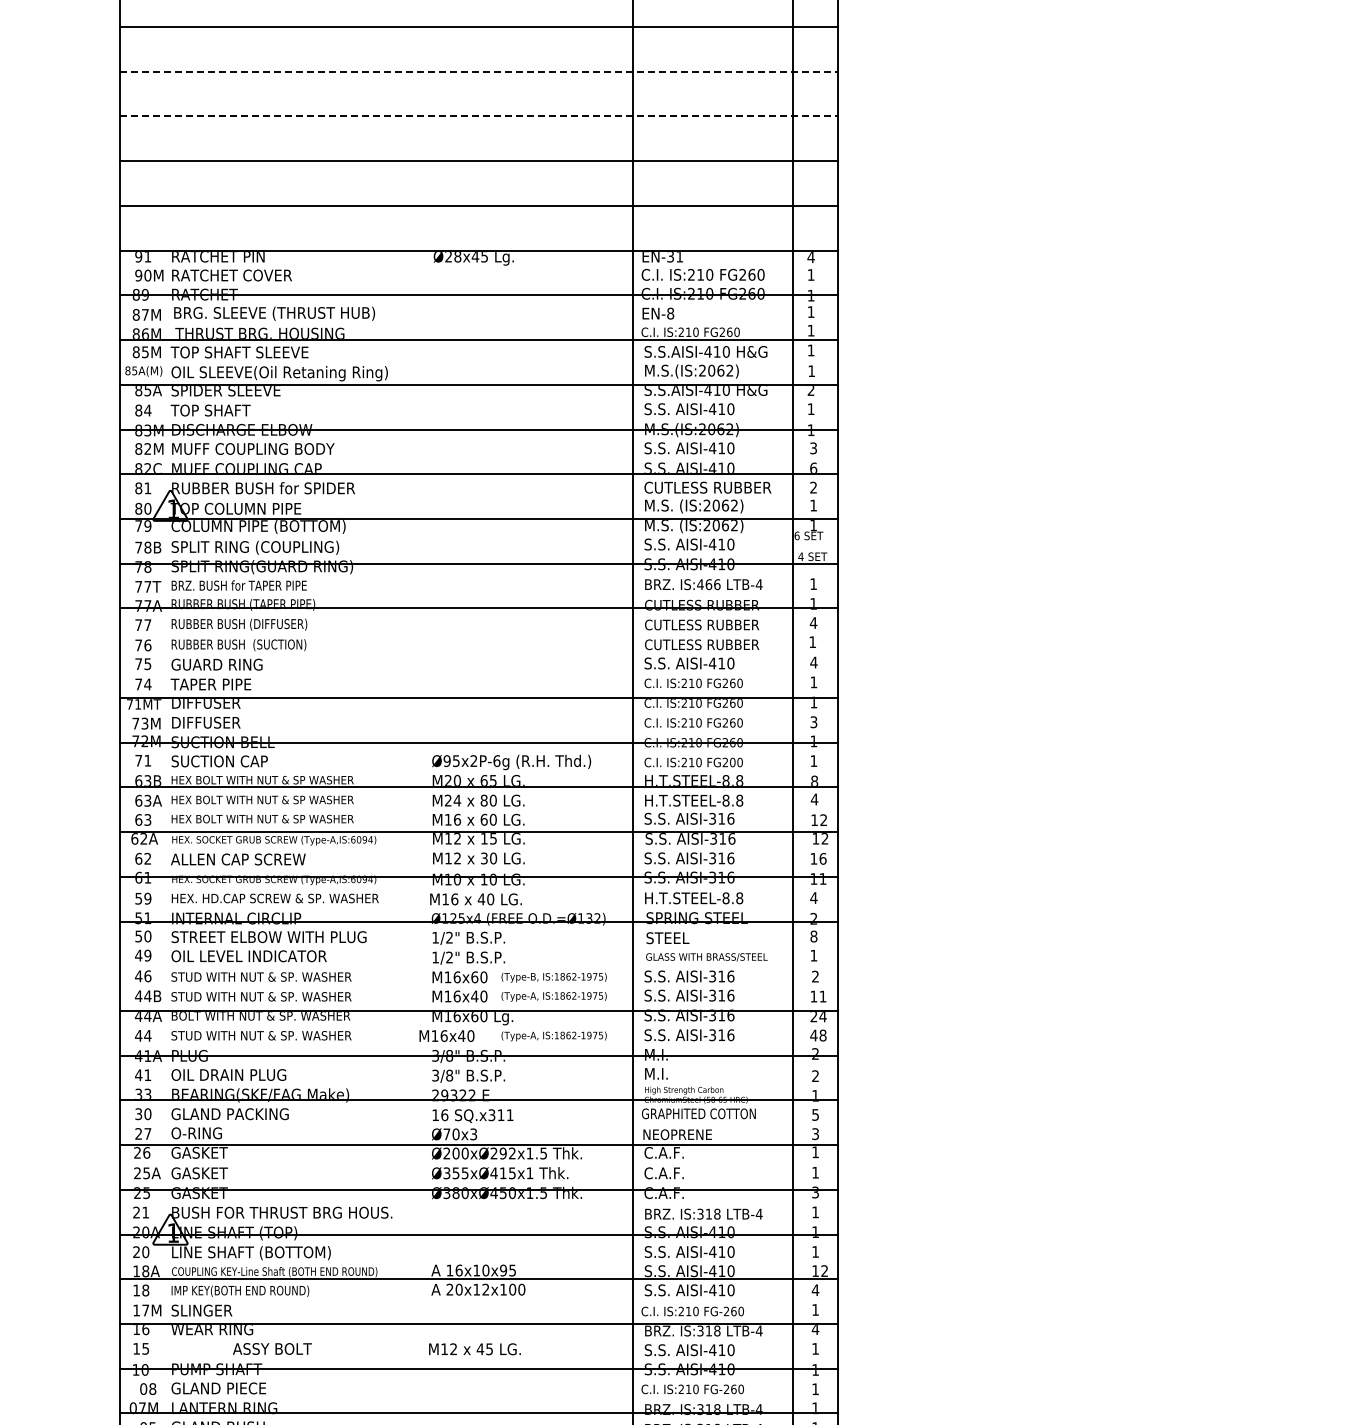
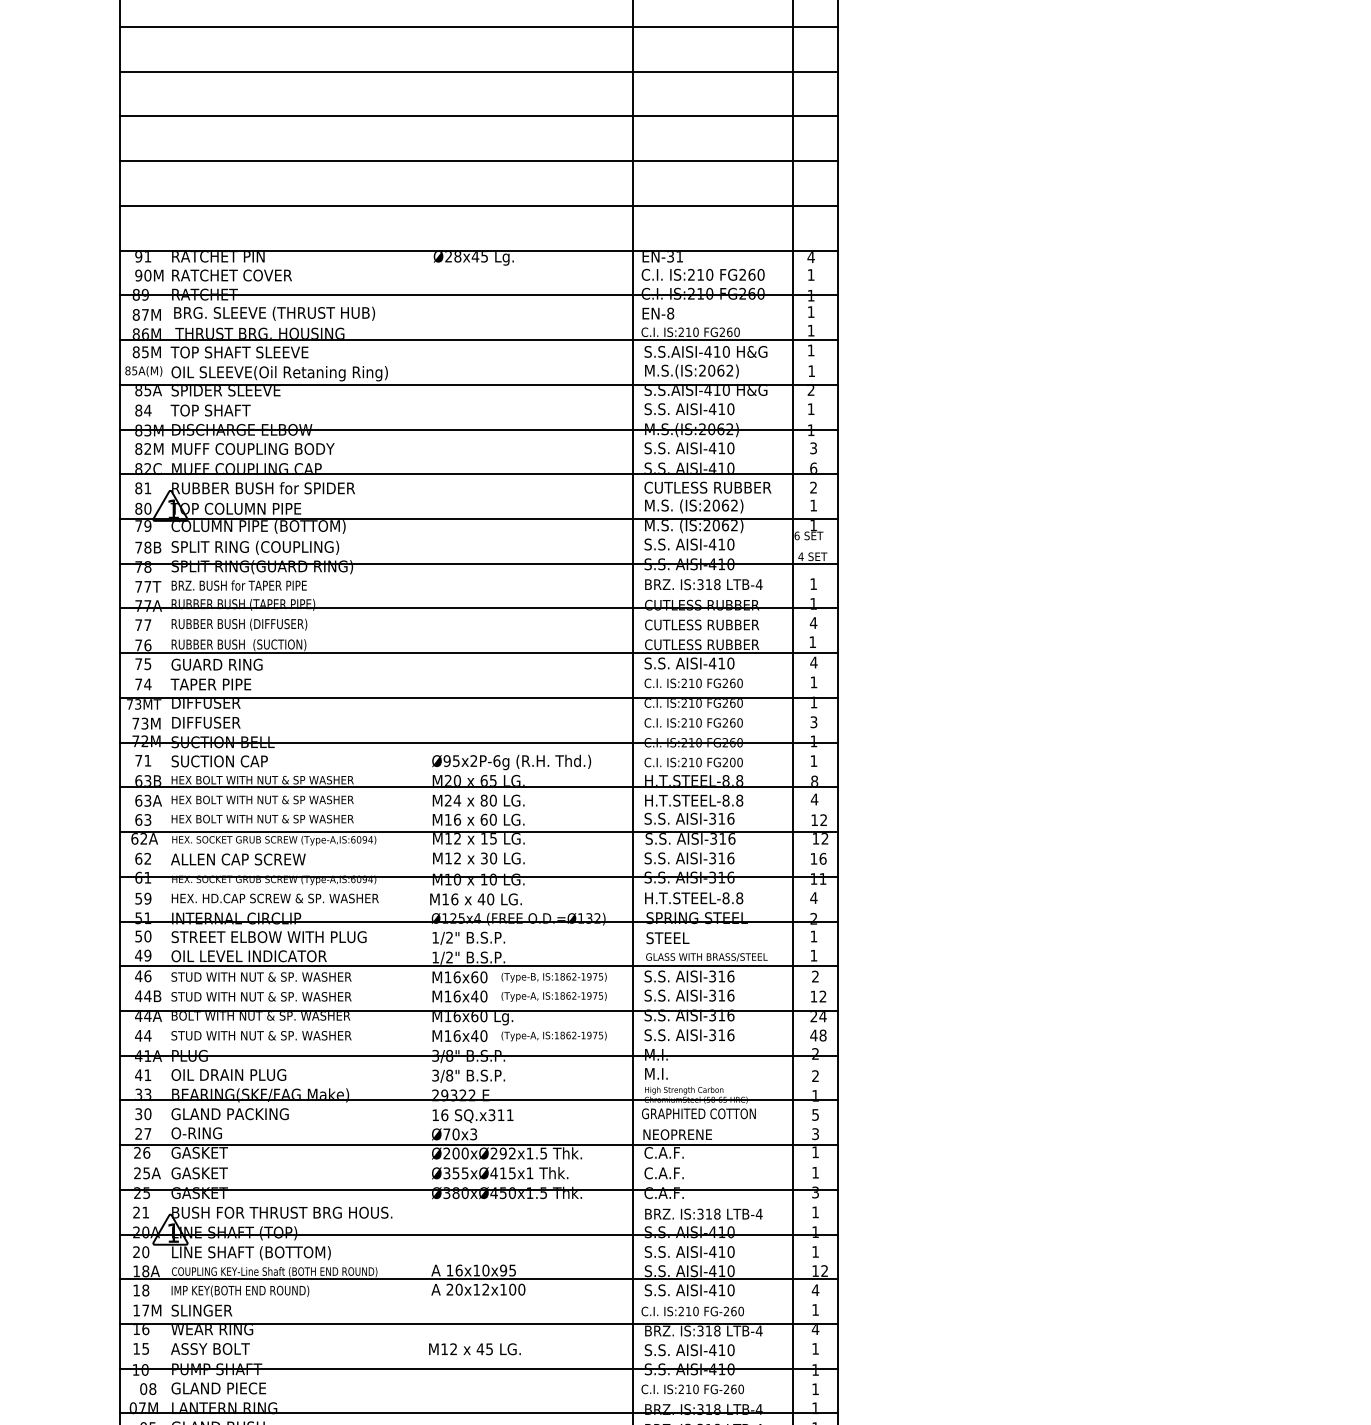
line at (479, 71): dashed -> solid
line at (479, 116): dashed -> solid
text at (708, 584): IS:466 -> IS:318
line at (478, 653): none -> present
text at (138, 704): 71MT -> 73MT
text at (813, 936): 8 -> 1
line at (478, 966): none -> present
text at (822, 996): 11 -> 12
text at (446, 1035) position: (446, 1035) -> (459, 1035)
text at (272, 1348) position: (272, 1348) -> (210, 1348)
